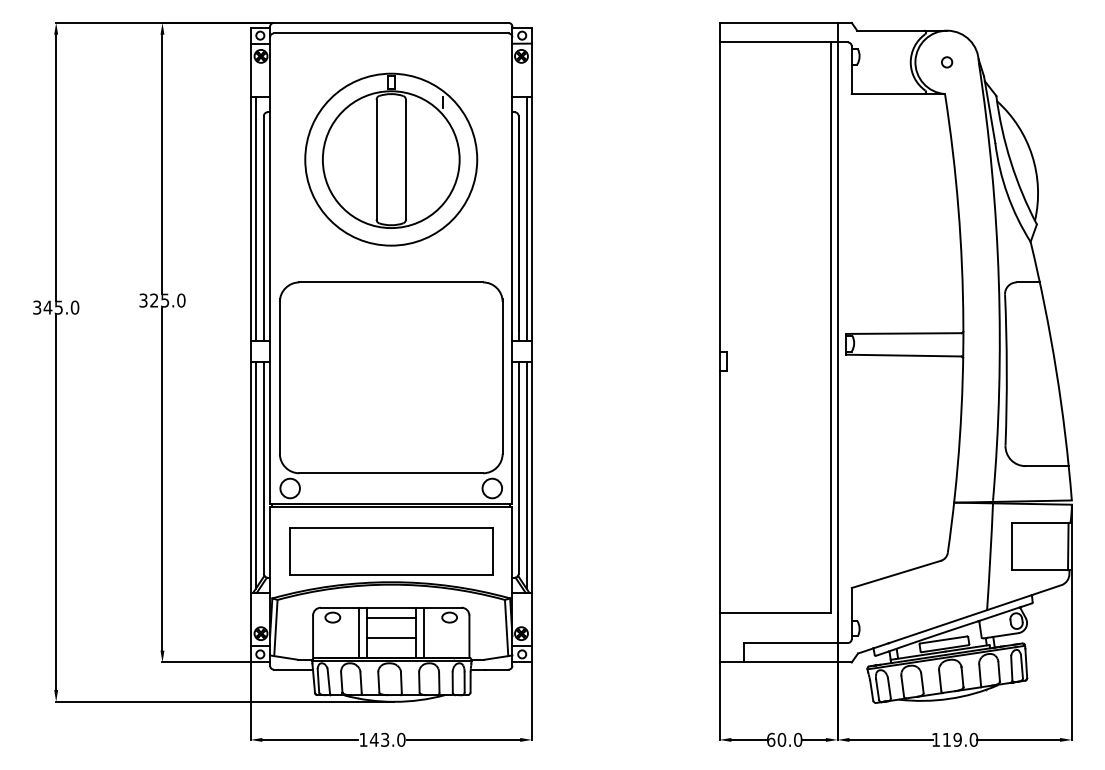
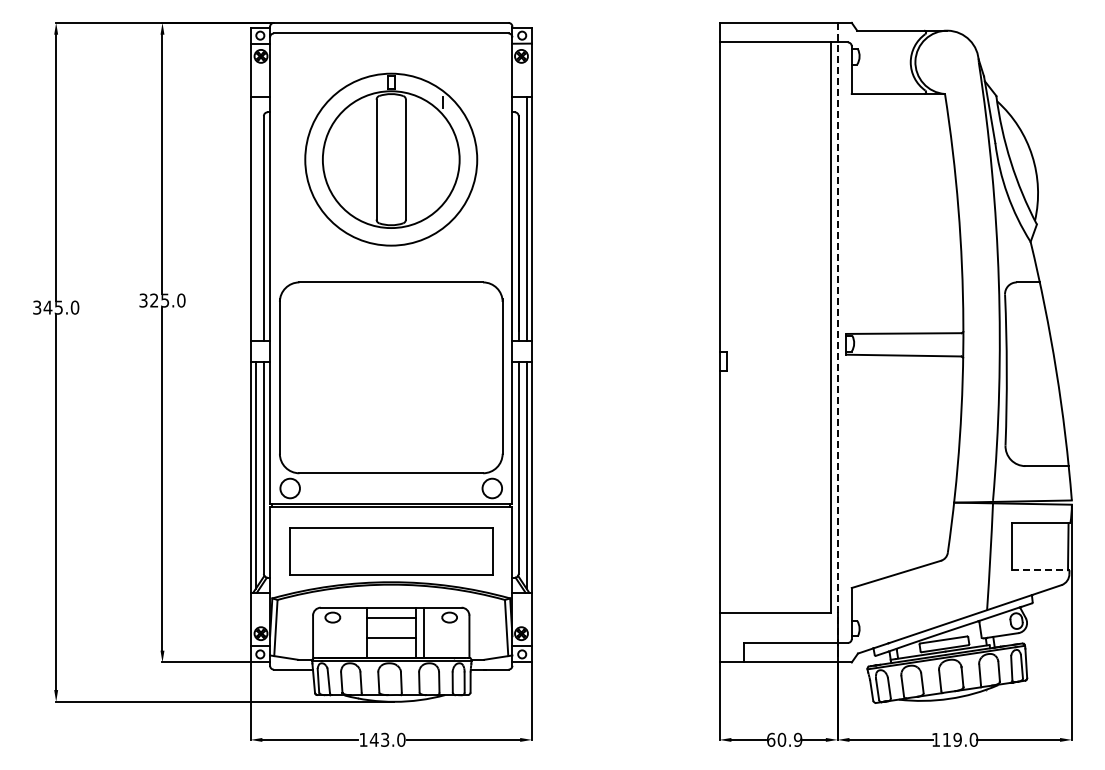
circle at (947, 62): present -> none
line at (255, 218): present -> none
line at (837, 342): solid -> dashed
line at (1040, 570): solid -> dashed
line at (359, 632): present -> none
text at (797, 739): 60.0 -> 60.9
